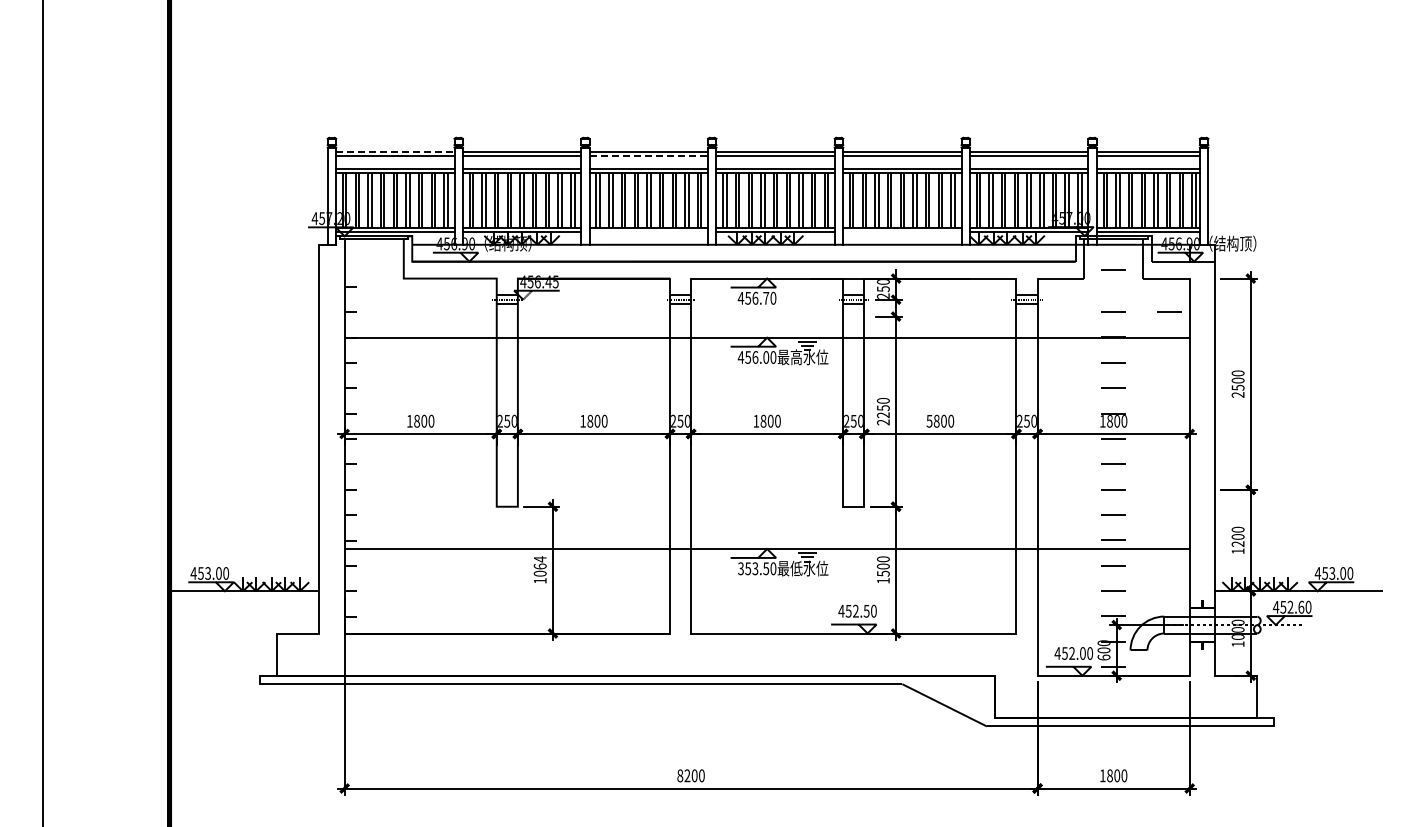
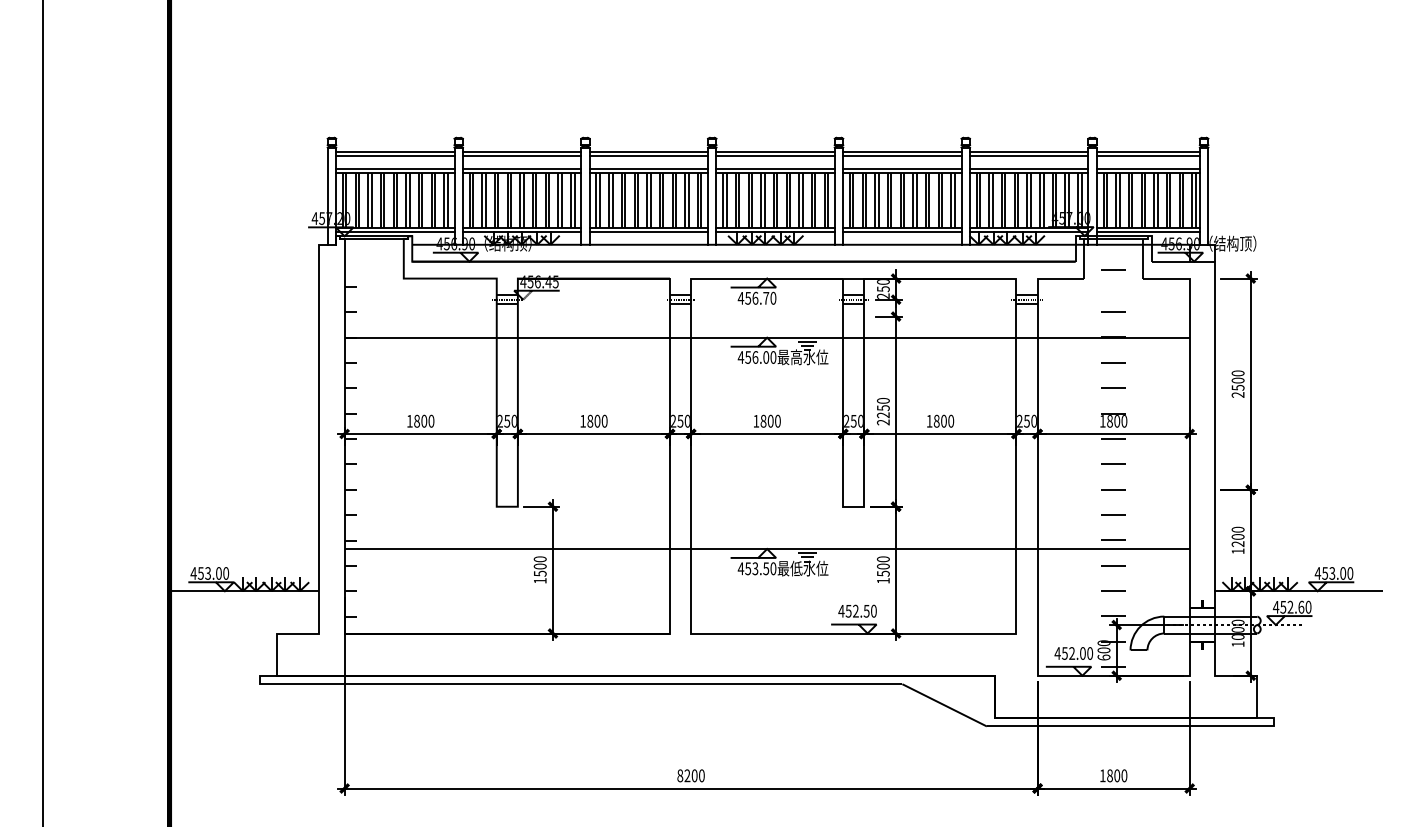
line at (395, 151): dashed -> solid
line at (649, 156): dashed -> solid
line at (648, 232): none -> present
line at (902, 232): none -> present
line at (1169, 311): present -> none
text at (929, 421): 5800 -> 1800
text at (539, 566): 1064 -> 1500
text at (740, 568): 353.50 -> 453.50
